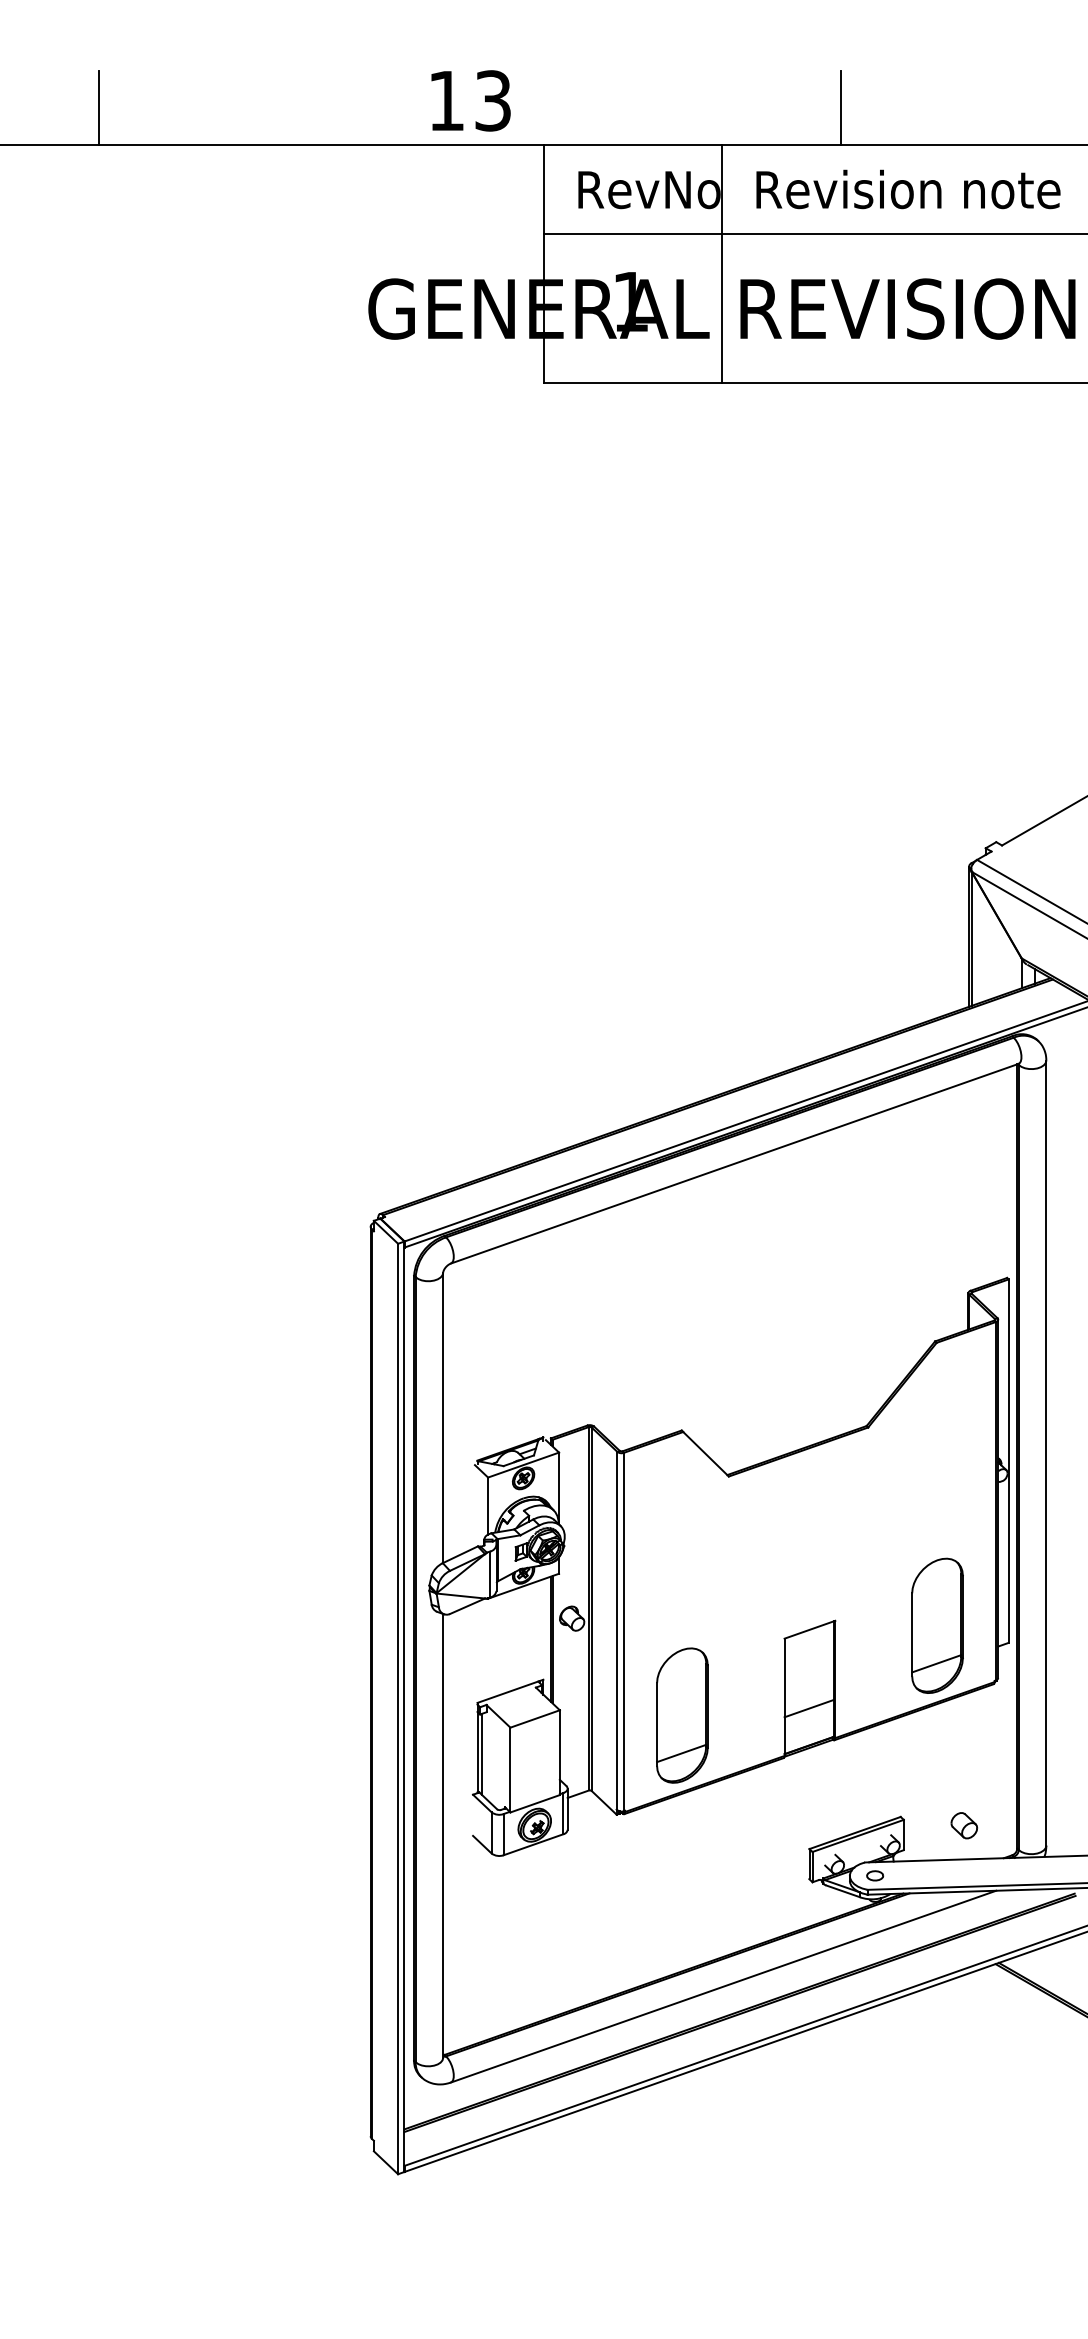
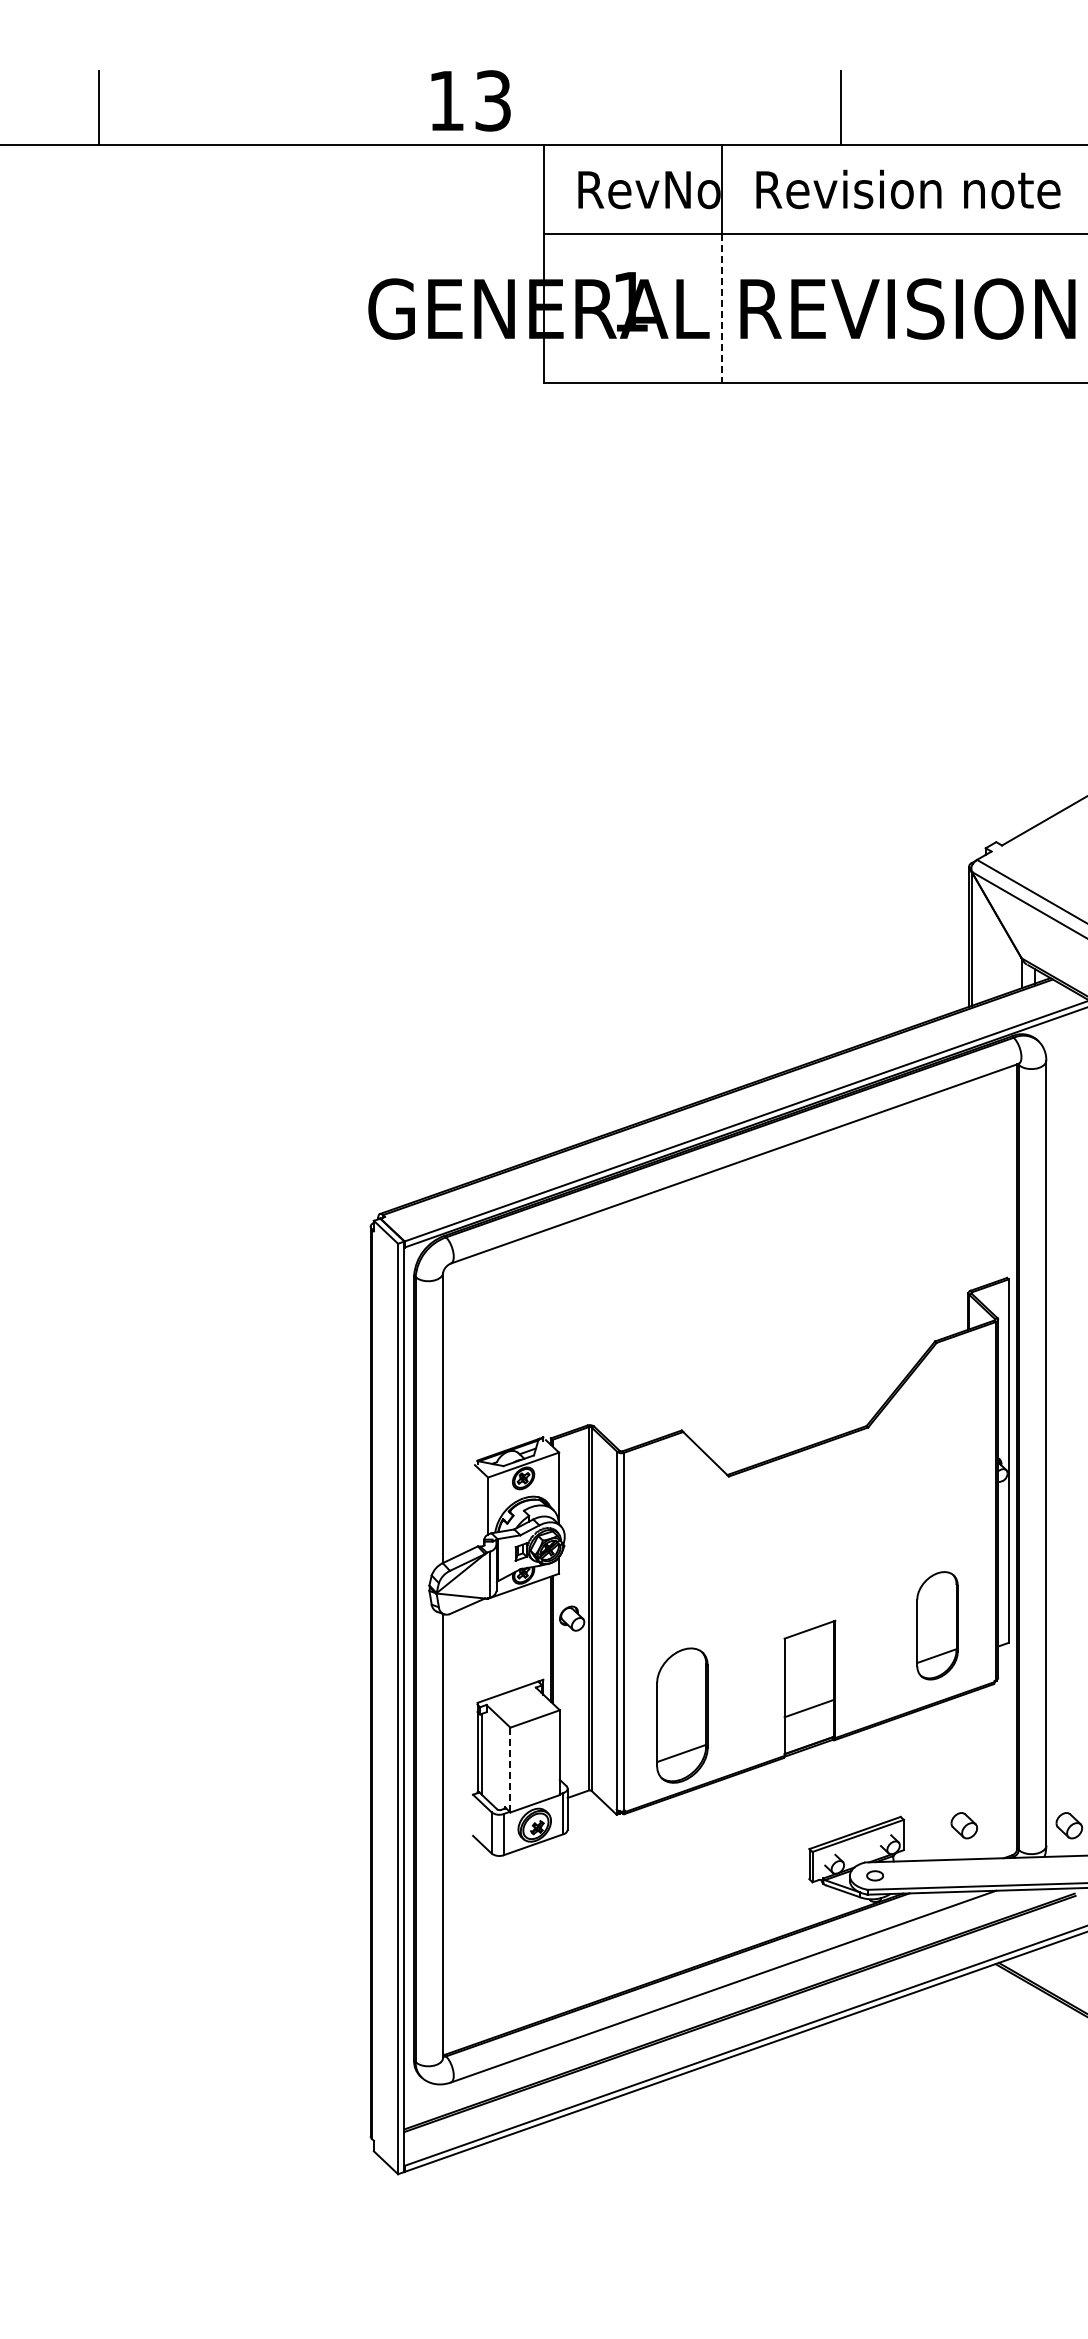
line at (722, 309): solid -> dashed
part at (937, 1625) size: 53x137 px -> 43x110 px
line at (510, 1770): solid -> dashed
part at (1068, 1825): none -> present
